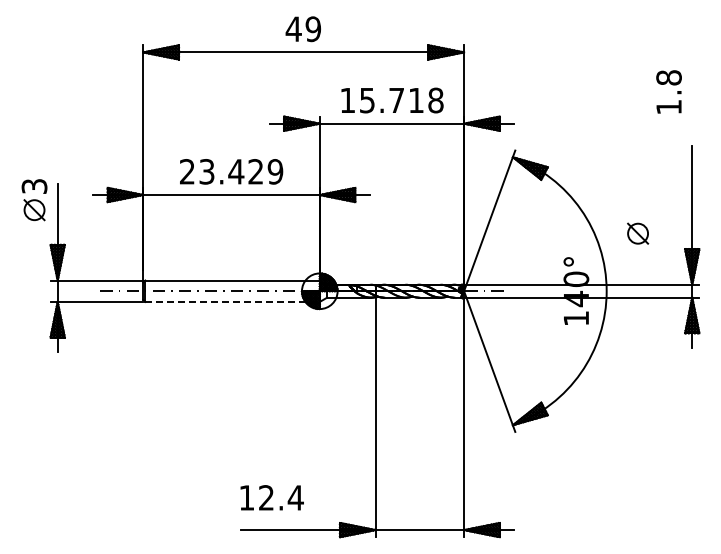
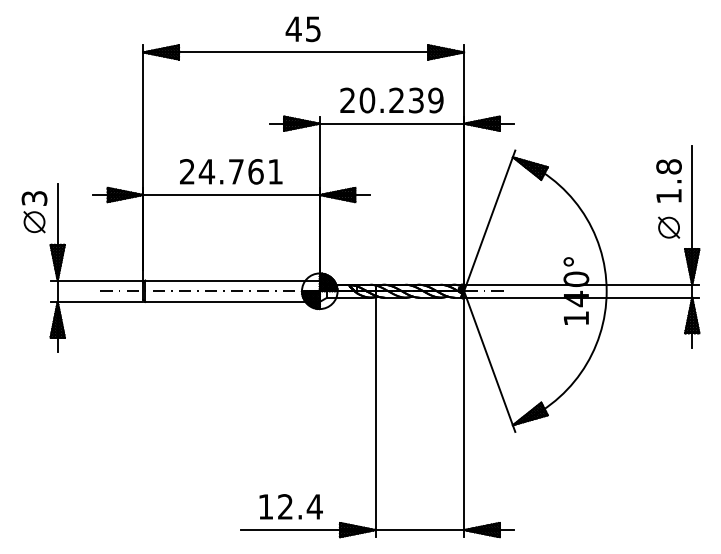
text at (313, 28): 49 -> 45
text at (668, 91) position: (668, 91) -> (668, 180)
text at (391, 100): 15.718 -> 20.239
text at (240, 171): 23.429 -> 24.761
part at (34, 200) position: (34, 200) -> (34, 212)
part at (638, 233) position: (638, 233) -> (669, 227)
line at (233, 301): dashed -> solid
text at (271, 497) position: (271, 497) -> (290, 506)
